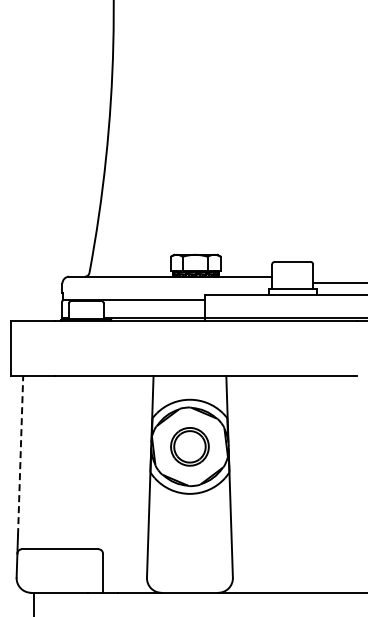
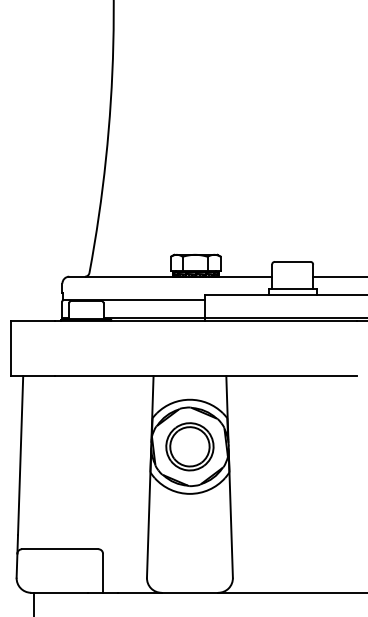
line at (338, 282) position: (338, 282) -> (338, 276)
part at (189, 446) size: 40x40 px -> 50x50 px
line at (20, 455): dashed -> solid
